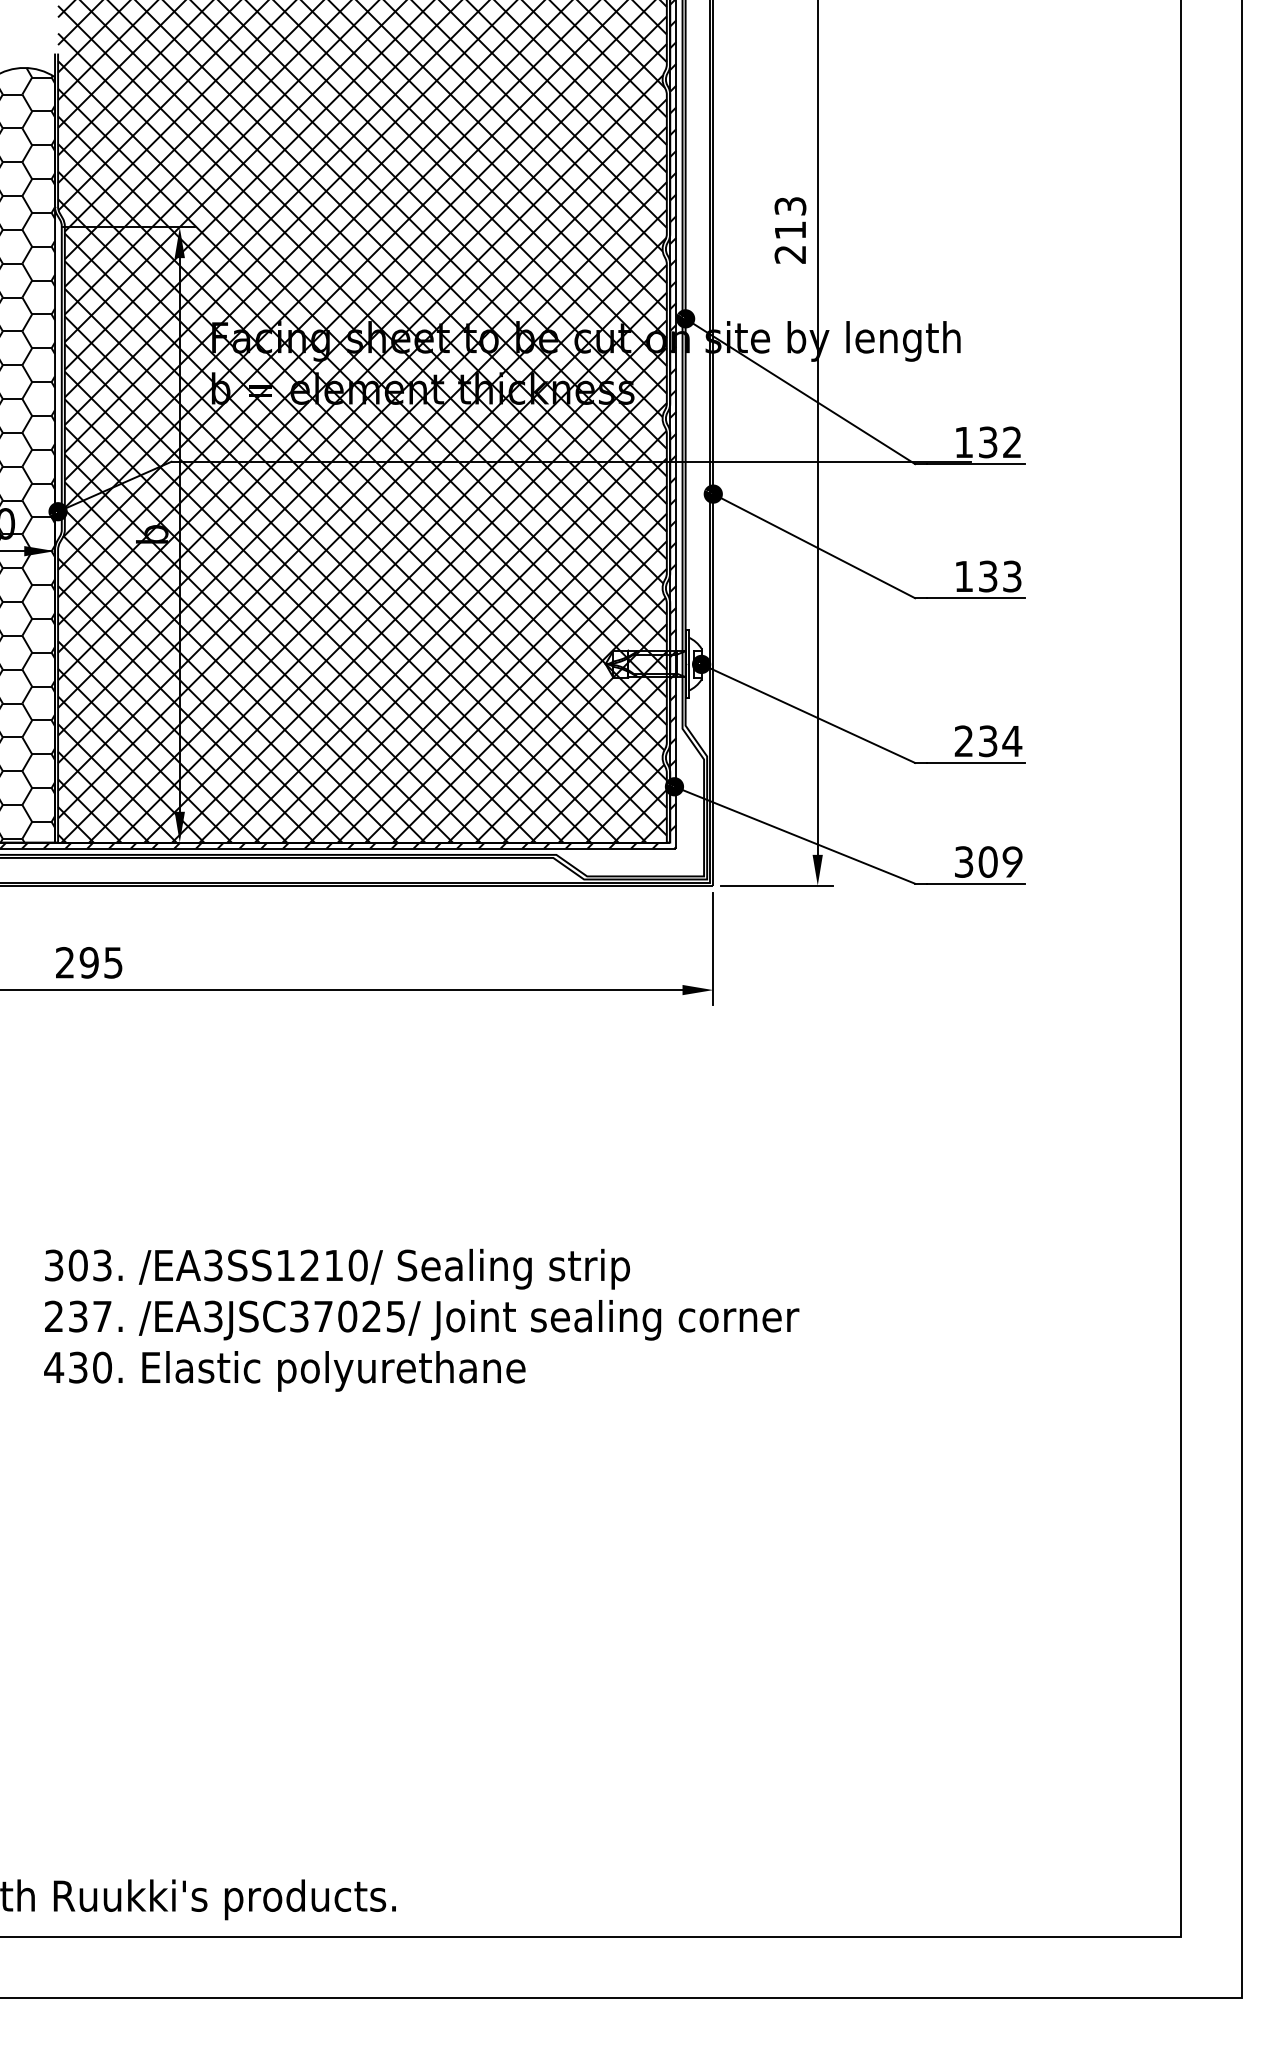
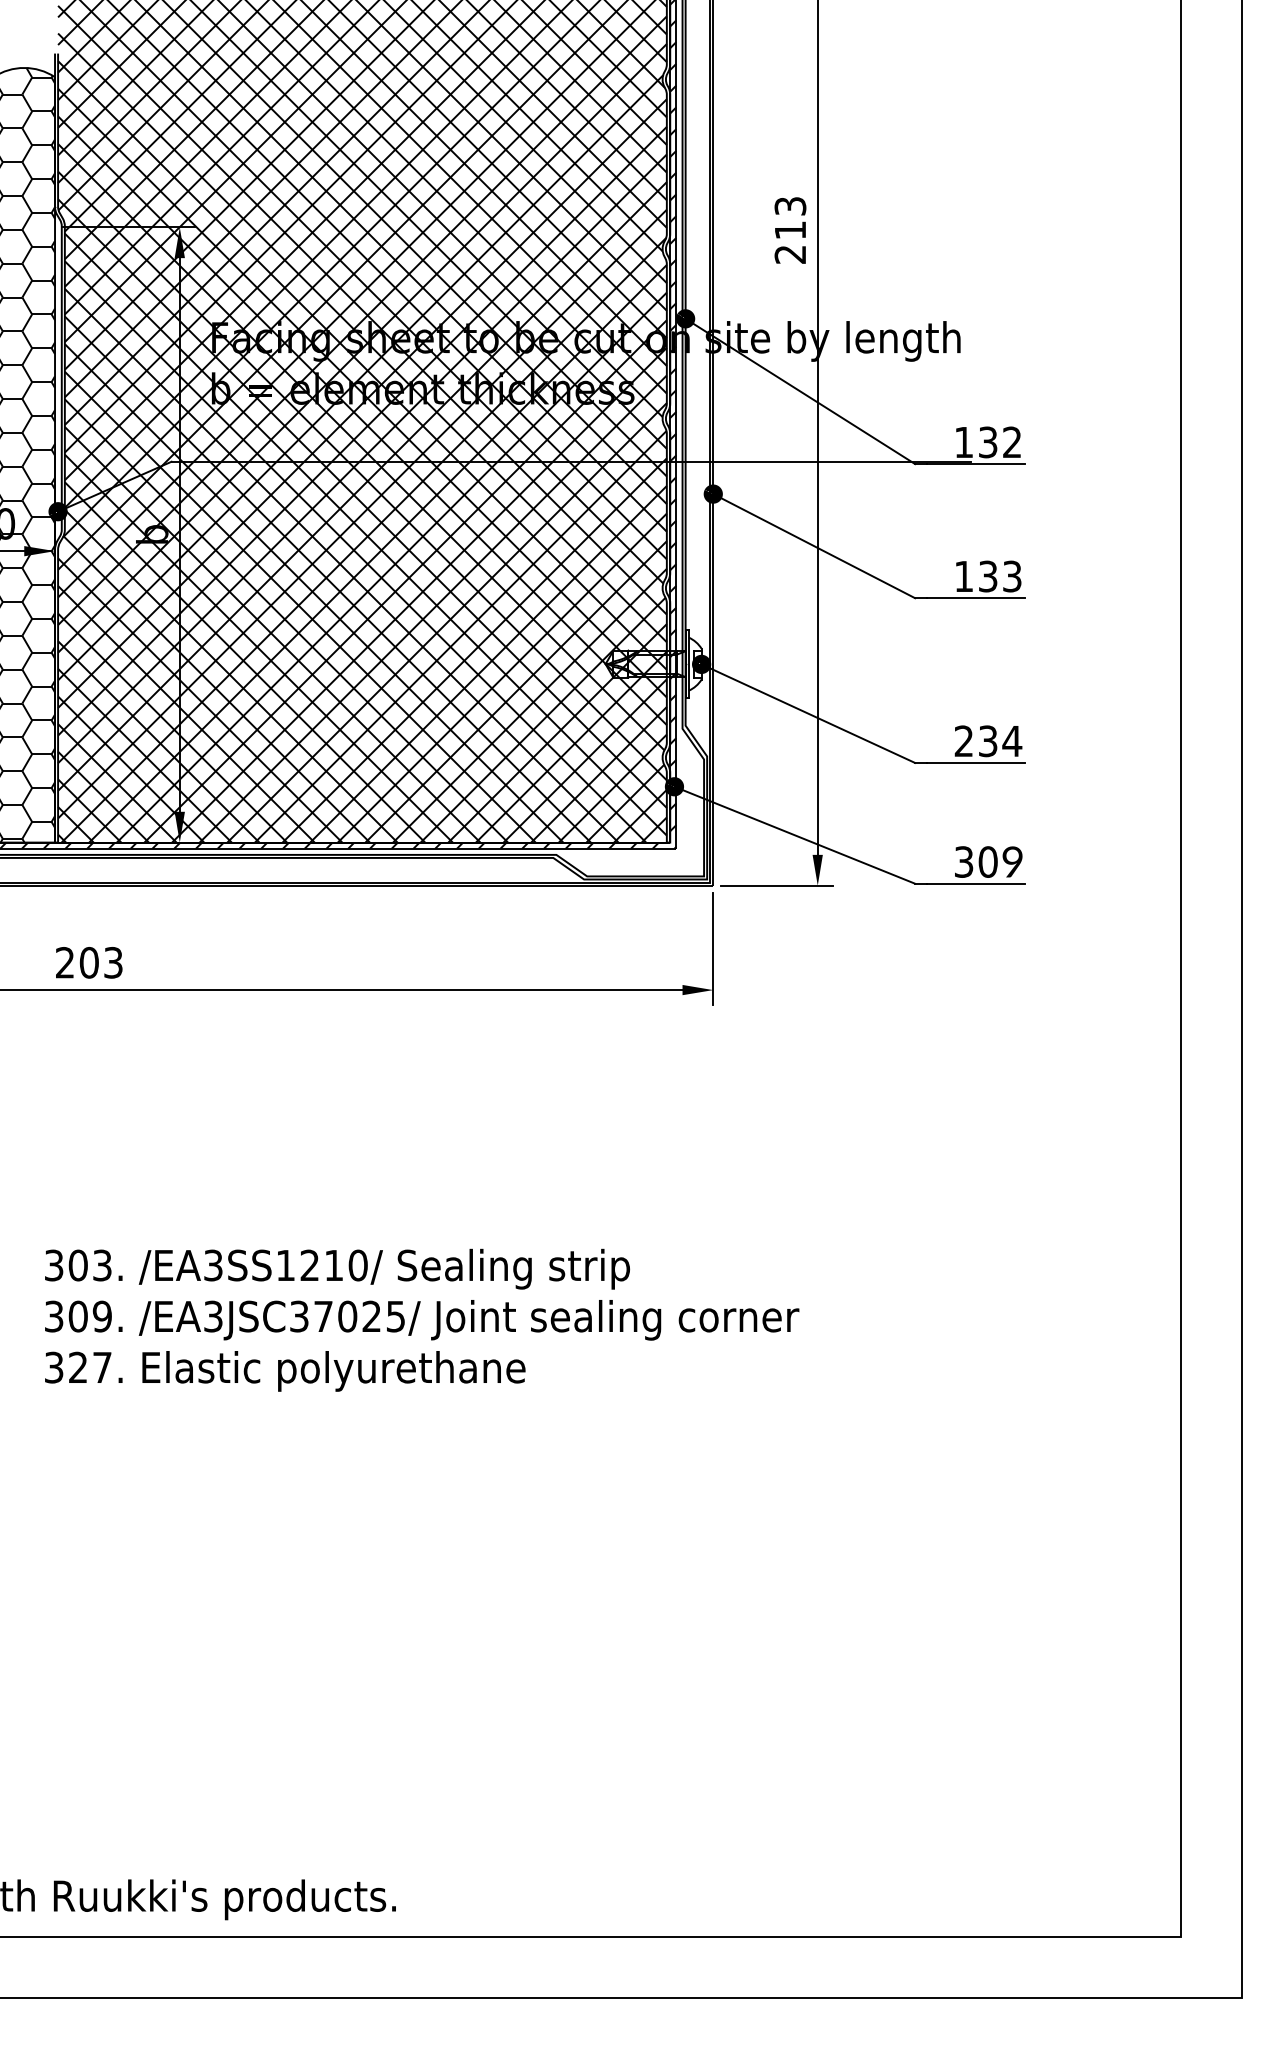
text at (100, 962): 295 -> 203
text at (78, 1316): 237. -> 309.
text at (77, 1367): 430. -> 327.
